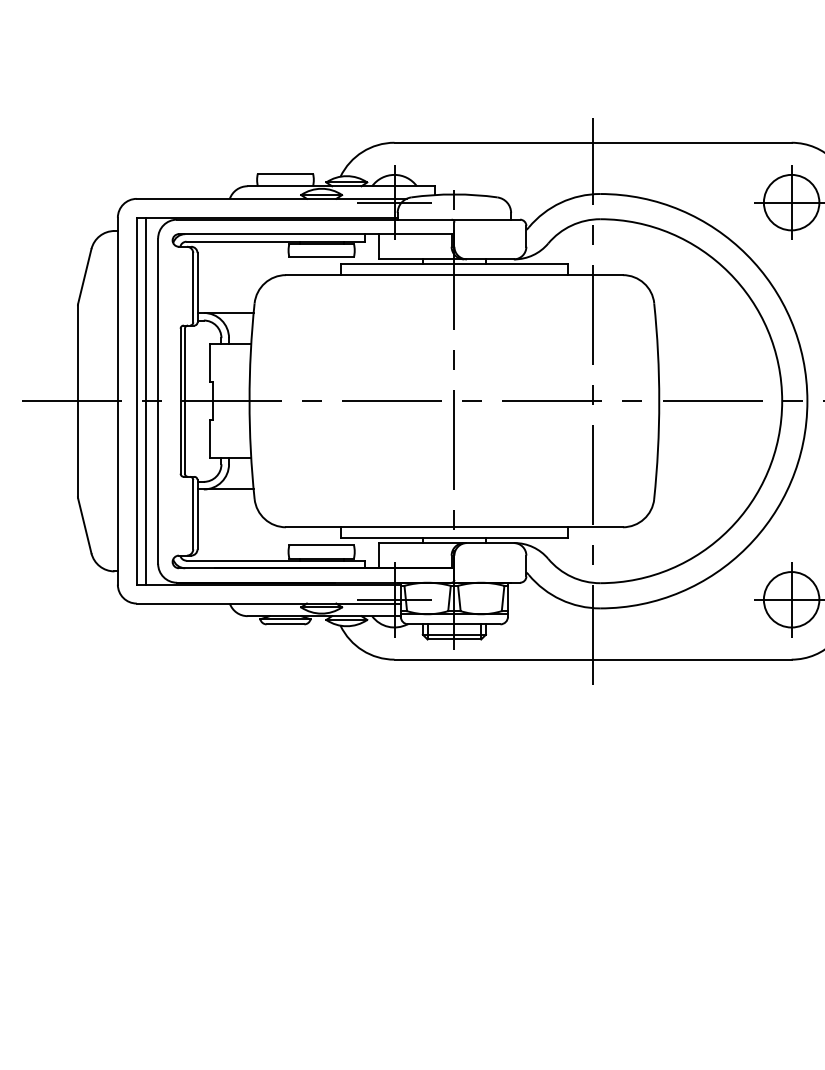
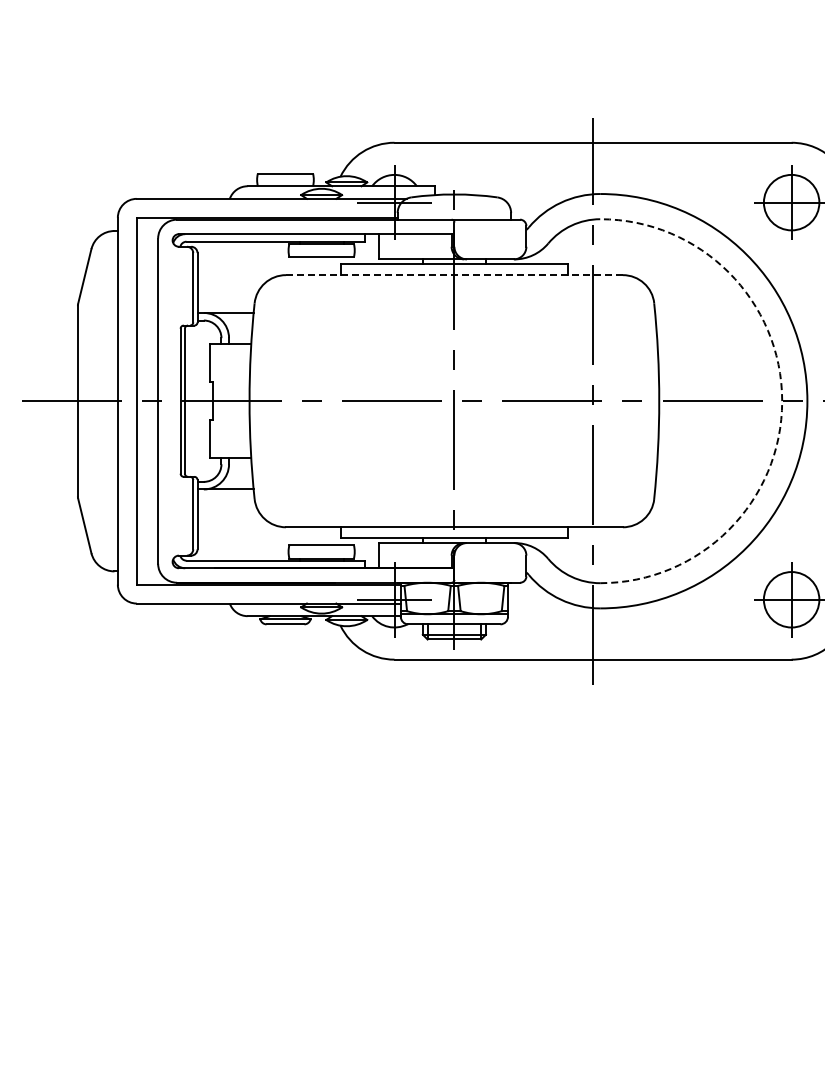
line at (454, 275): solid -> dashed
line at (145, 400): present -> none
arc at (782, 401): solid -> dashed
